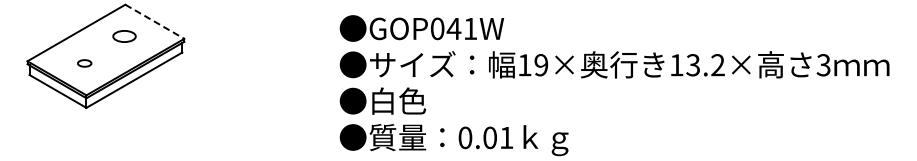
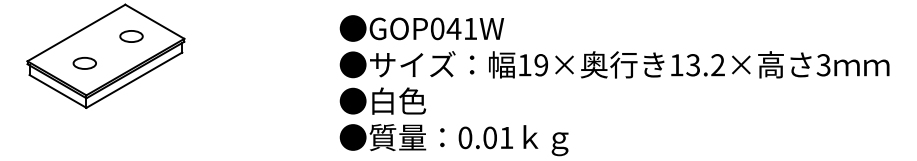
line at (155, 22): dashed -> solid
part at (124, 36) position: (124, 36) -> (131, 36)
part at (84, 63) size: 16x9 px -> 25x13 px
